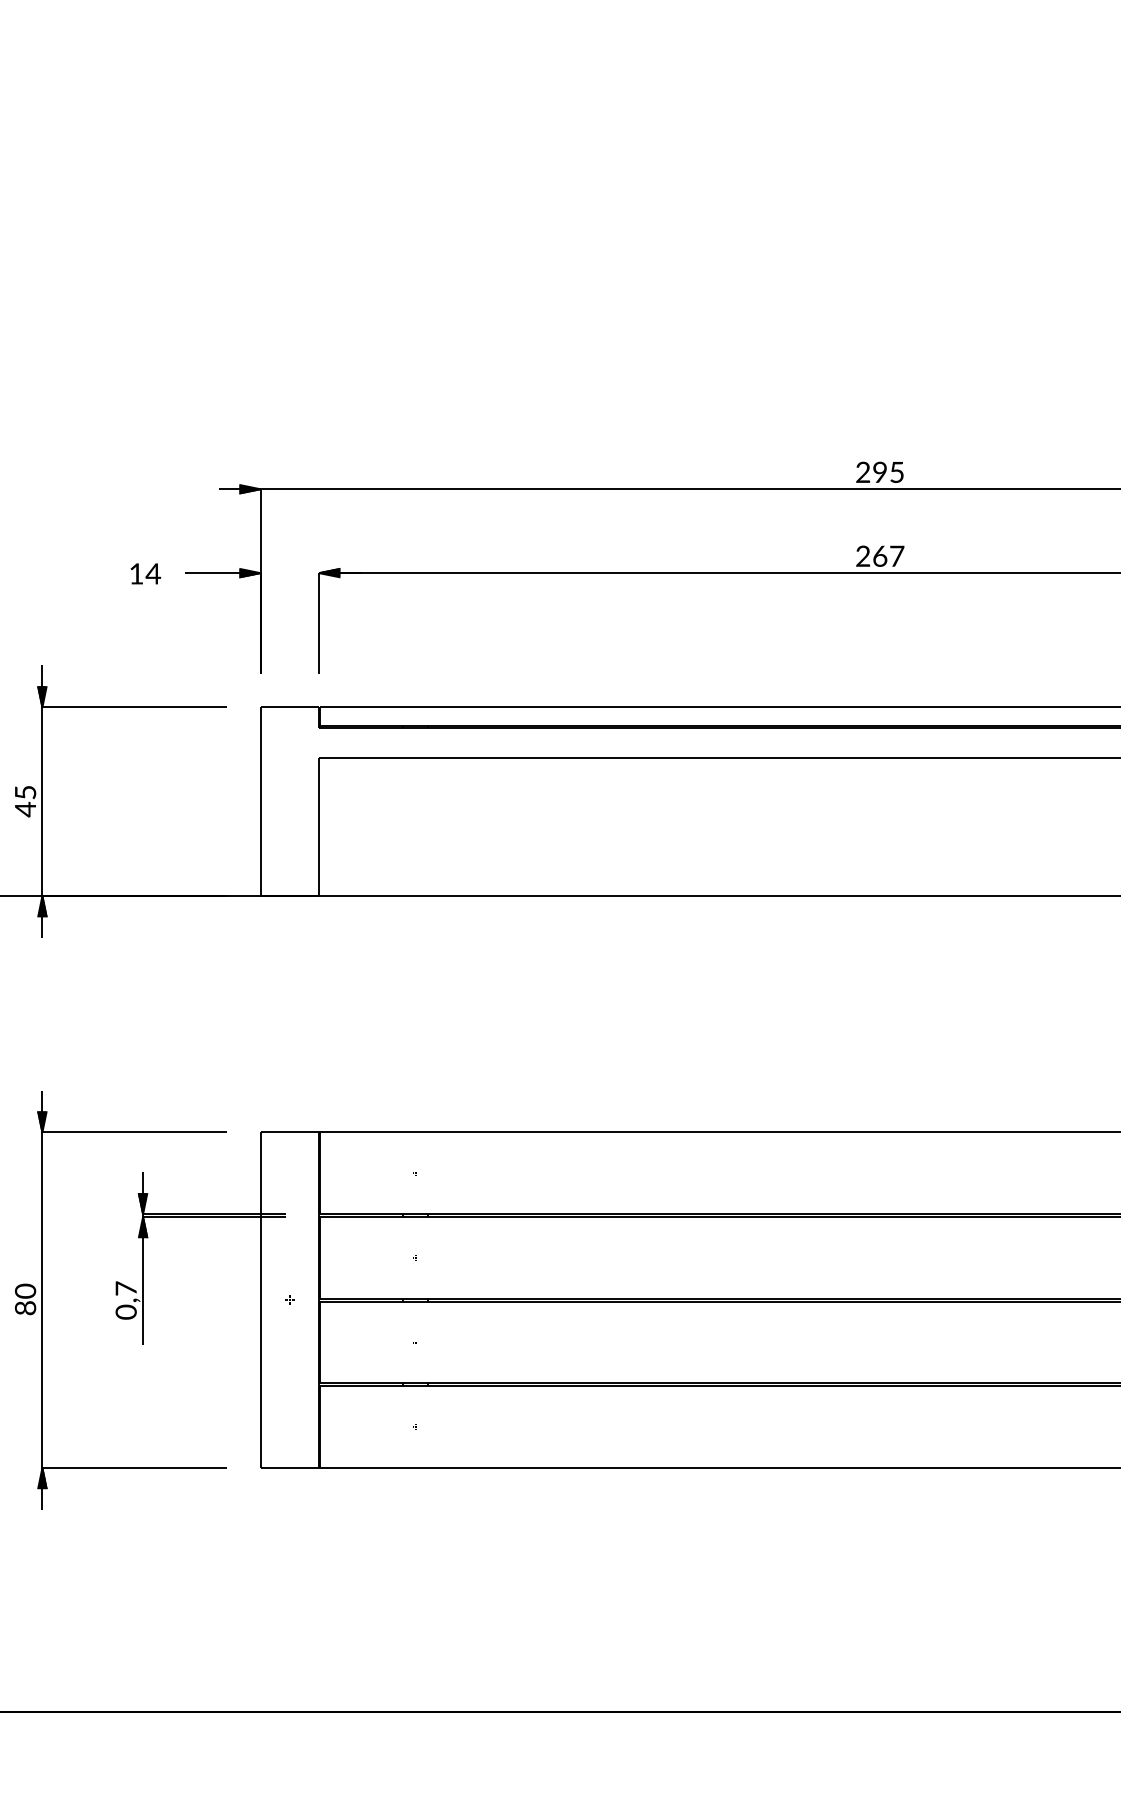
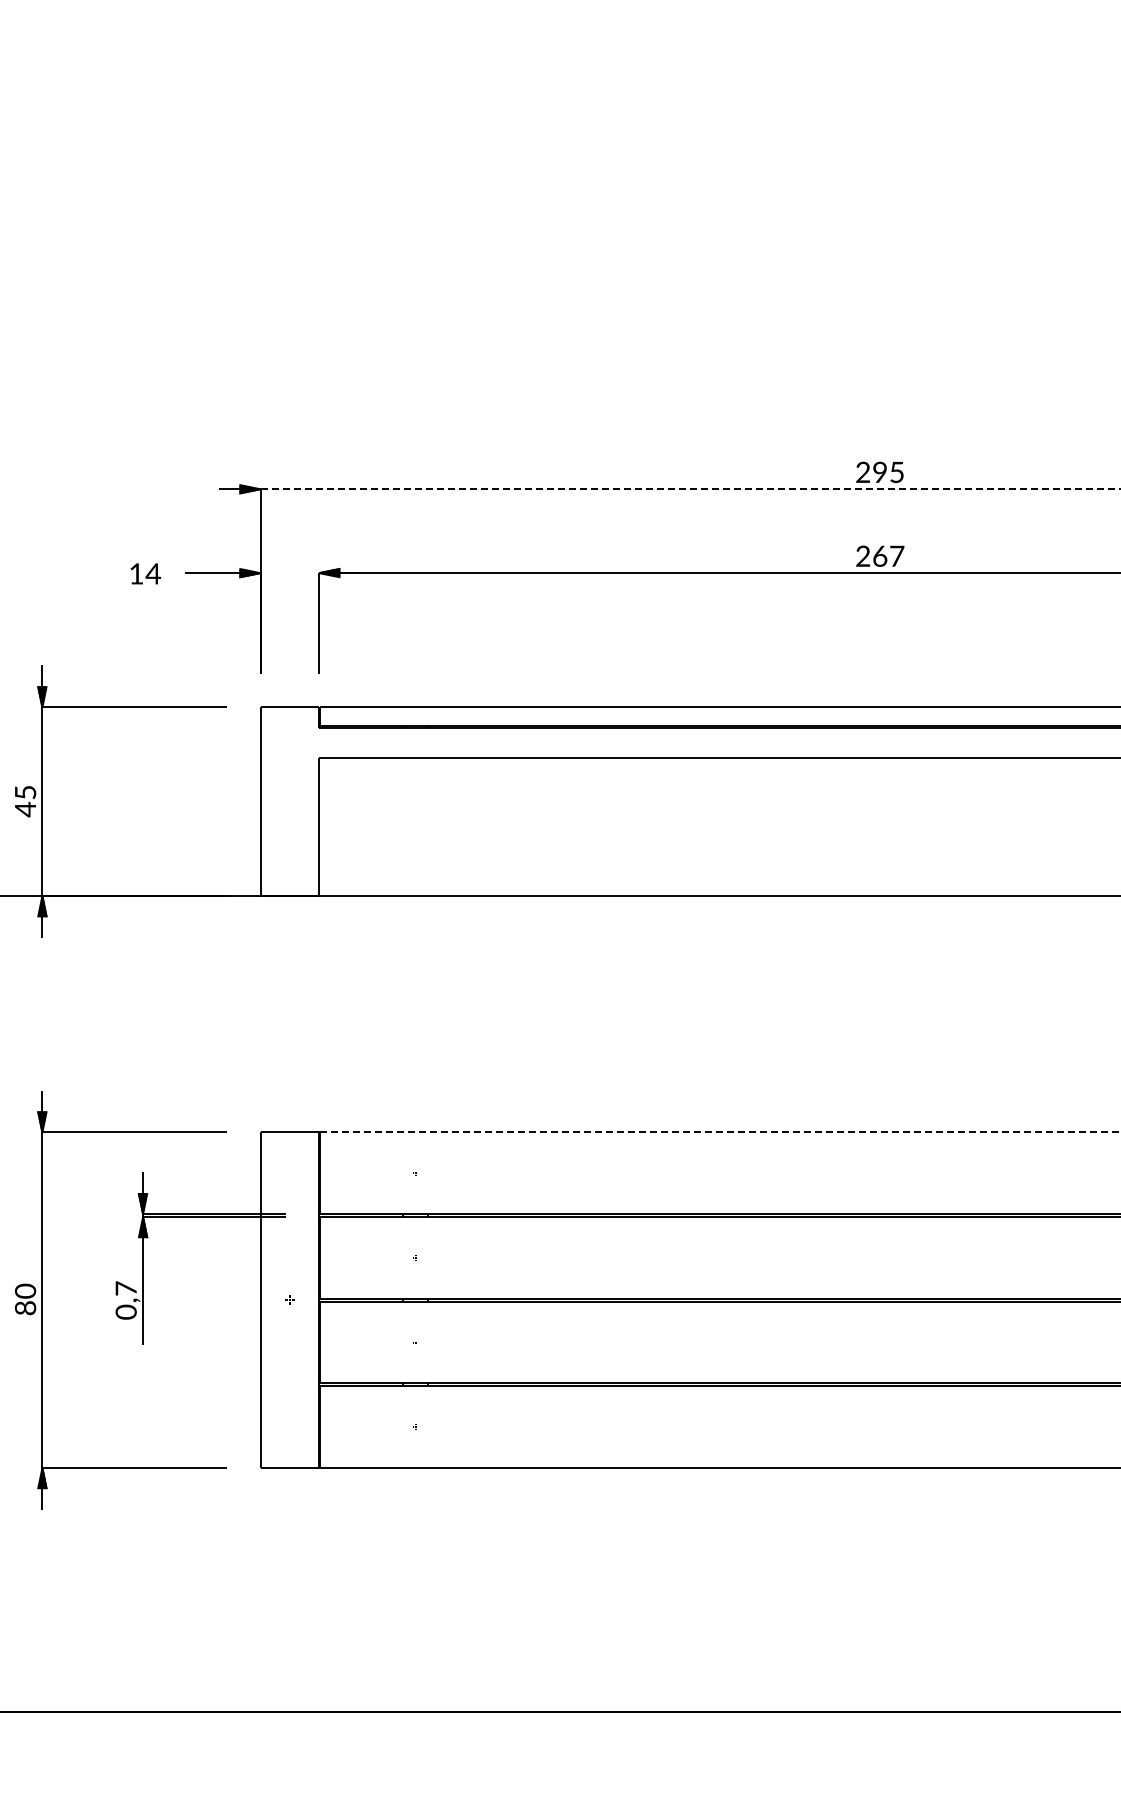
line at (690, 489): solid -> dashed
line at (720, 1132): solid -> dashed
